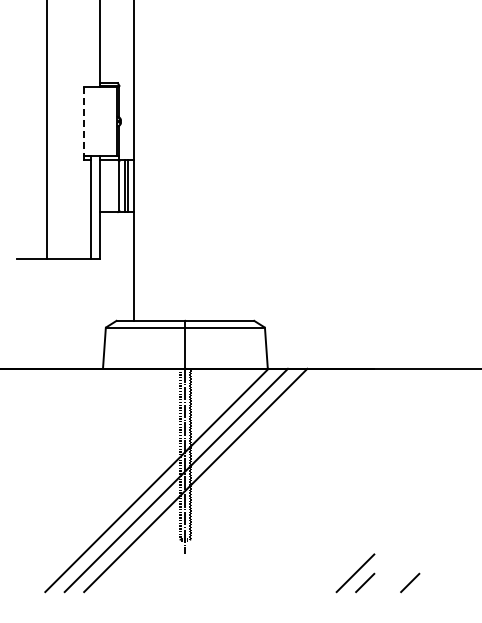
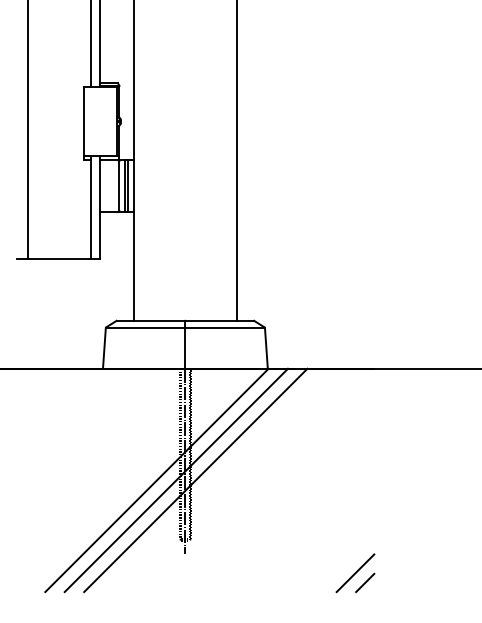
line at (90, 44): none -> present
line at (83, 122): dashed -> solid
line at (46, 130) position: (46, 130) -> (27, 130)
line at (236, 161): none -> present
line at (410, 582): present -> none
